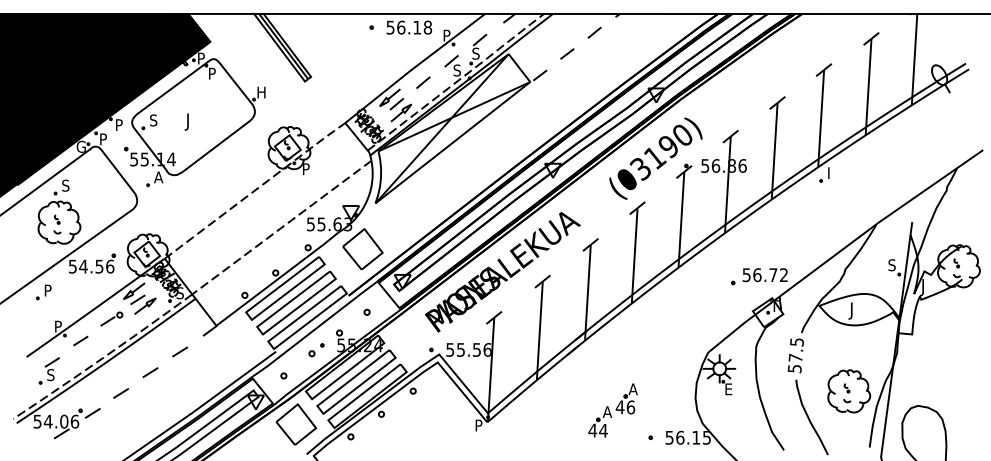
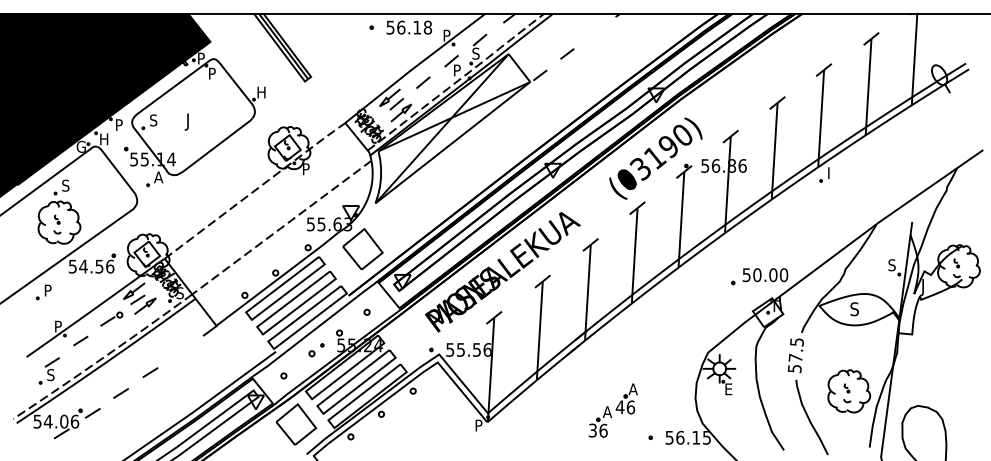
line at (594, 32): present -> none
text at (456, 70): S -> P
text at (104, 139): P -> H
text at (770, 275): 56.72 -> 50.00
text at (853, 310): J -> S
line at (179, 351): present -> none
text at (597, 430): 44 -> 36
